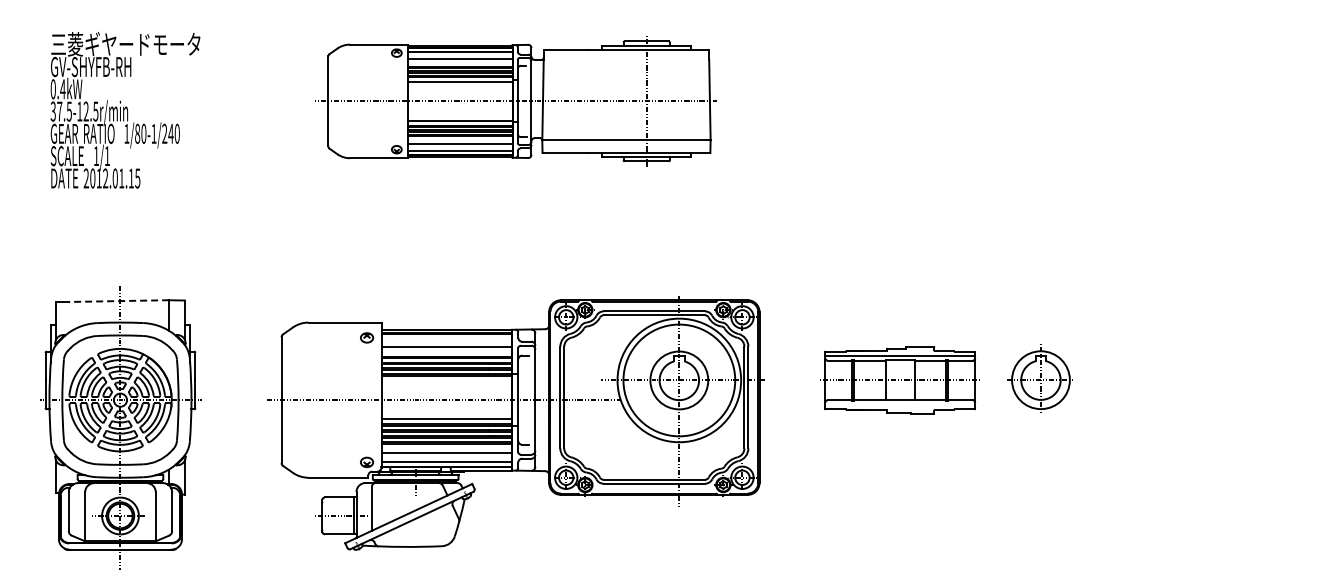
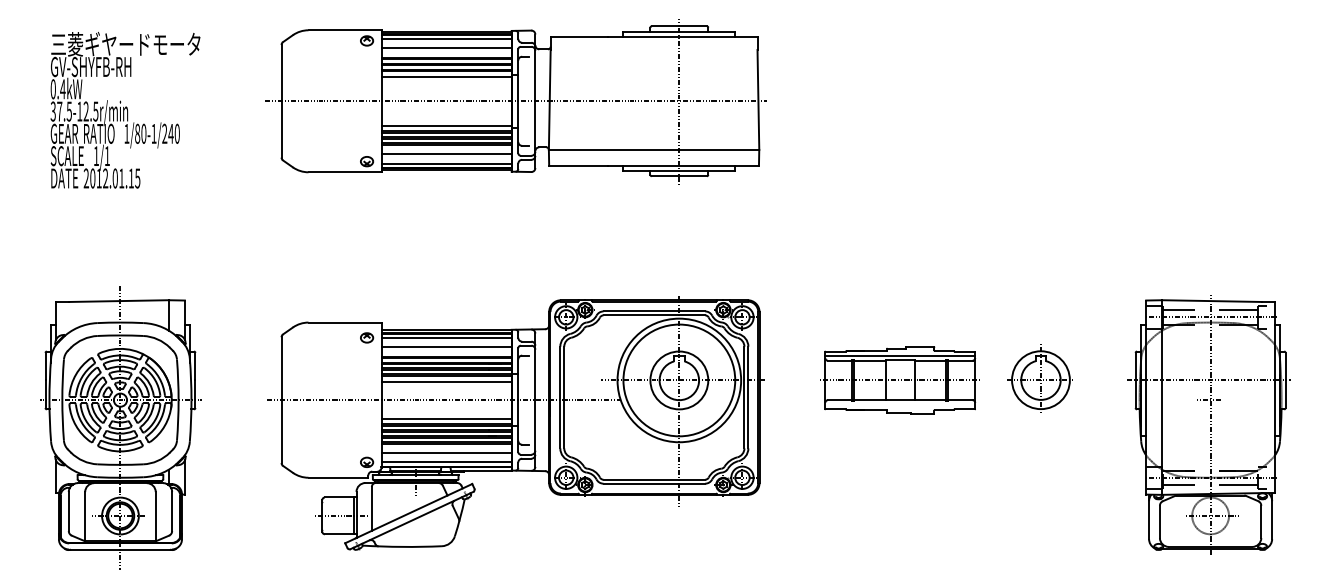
part at (515, 101) size: 402x131 px -> 502x166 px
line at (119, 301): dashed -> solid
line at (446, 337): none -> present
line at (446, 381): none -> present
part at (1208, 424): none -> present
